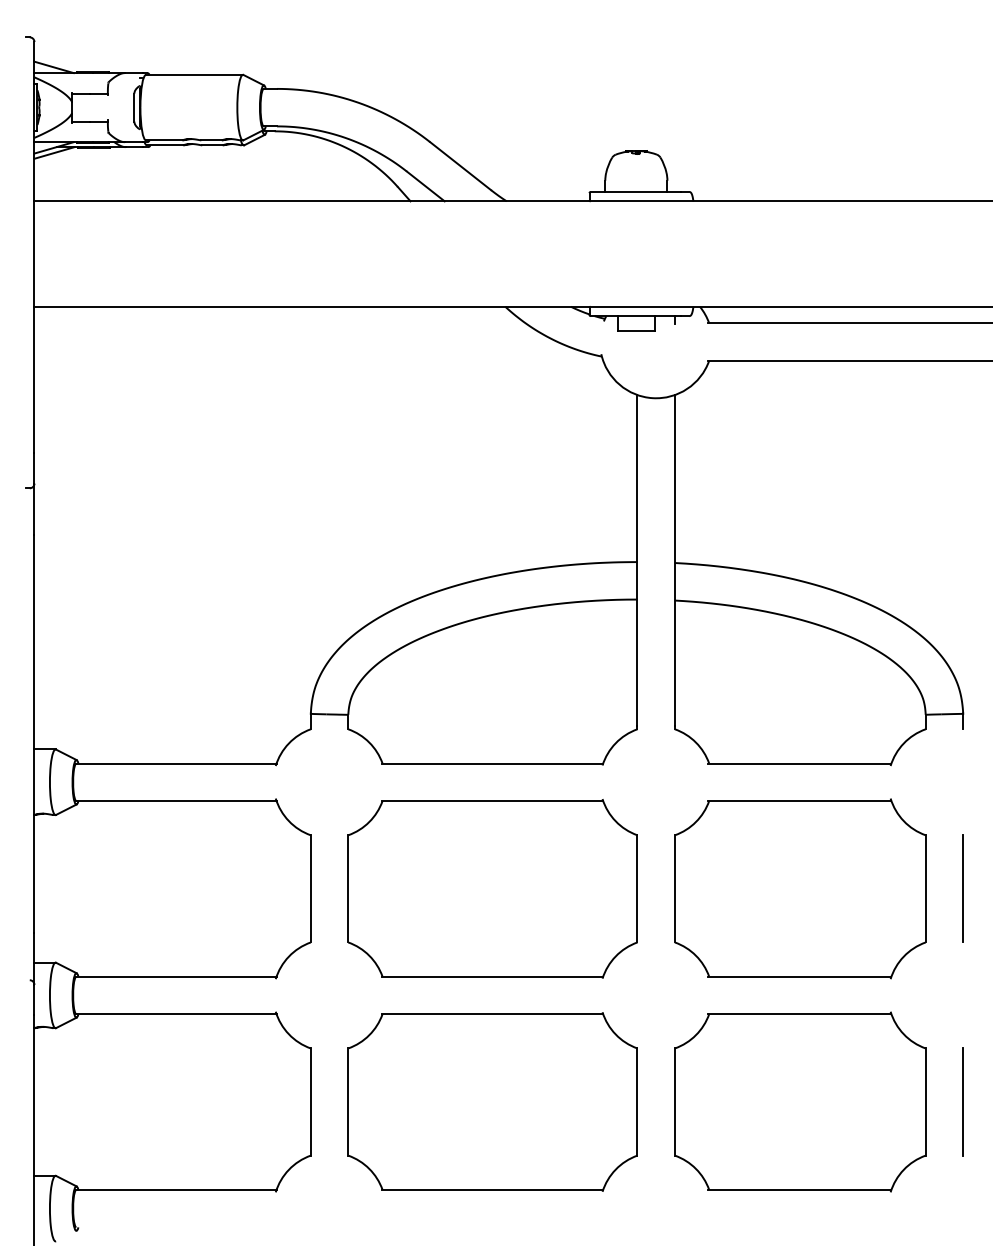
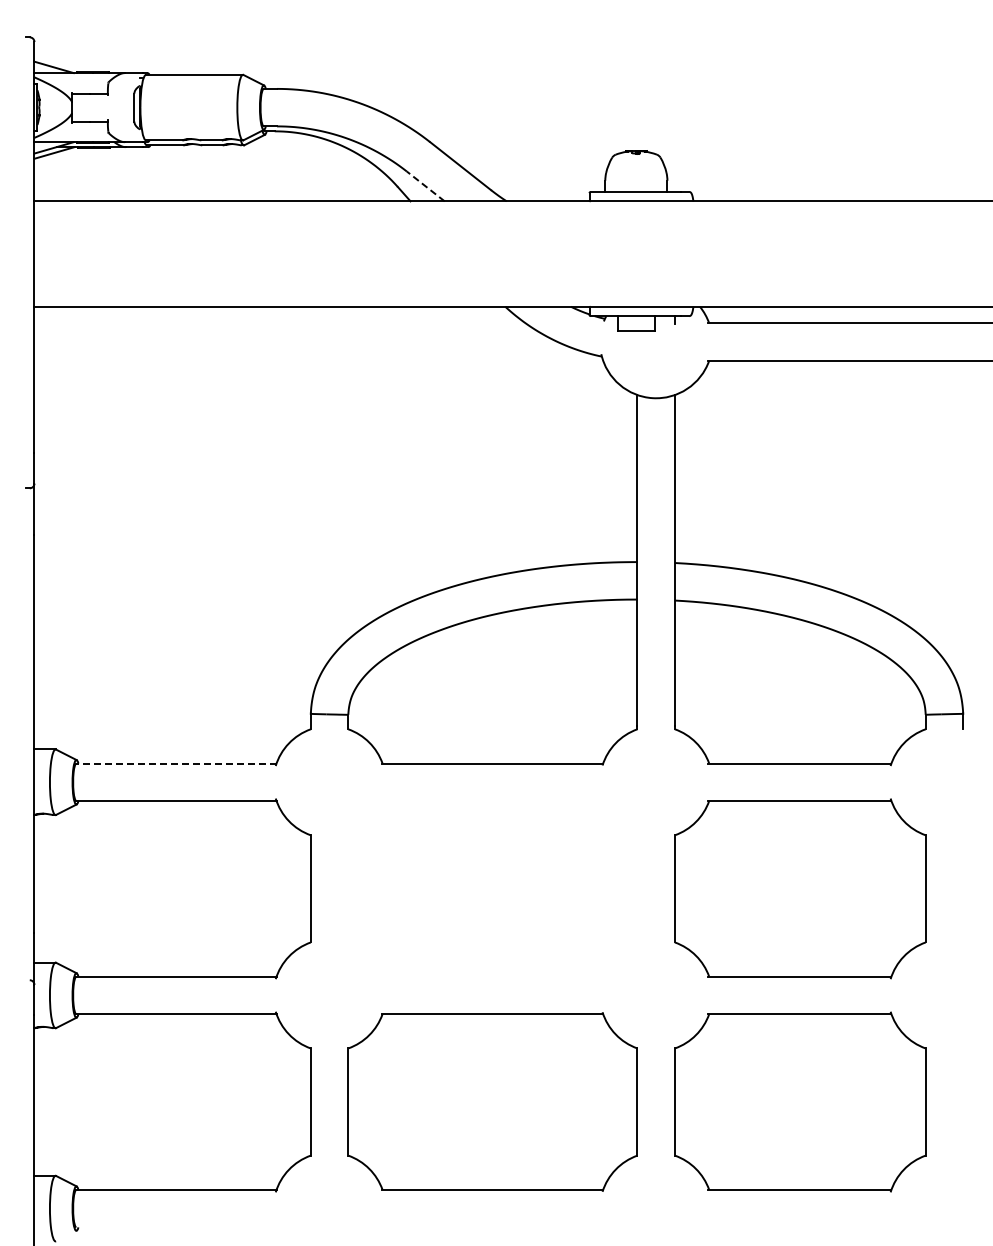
line at (425, 186): solid -> dashed
line at (175, 763): solid -> dashed
part at (492, 888): present -> none
line at (963, 888): present -> none
line at (963, 1101): present -> none
